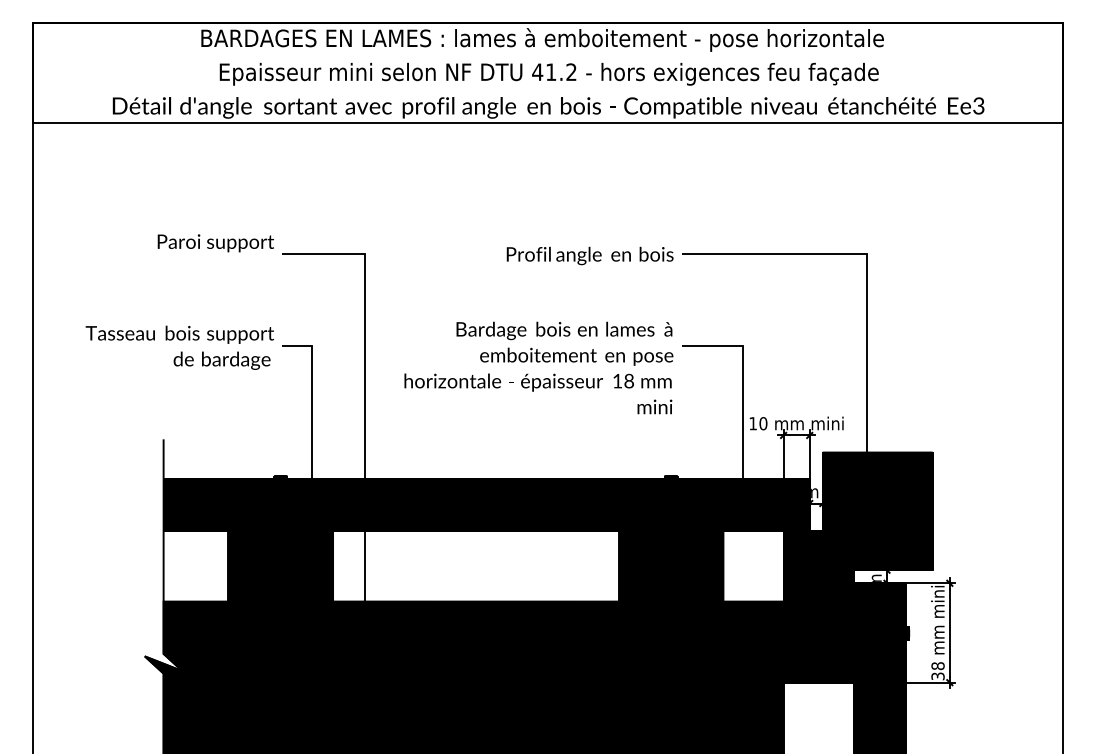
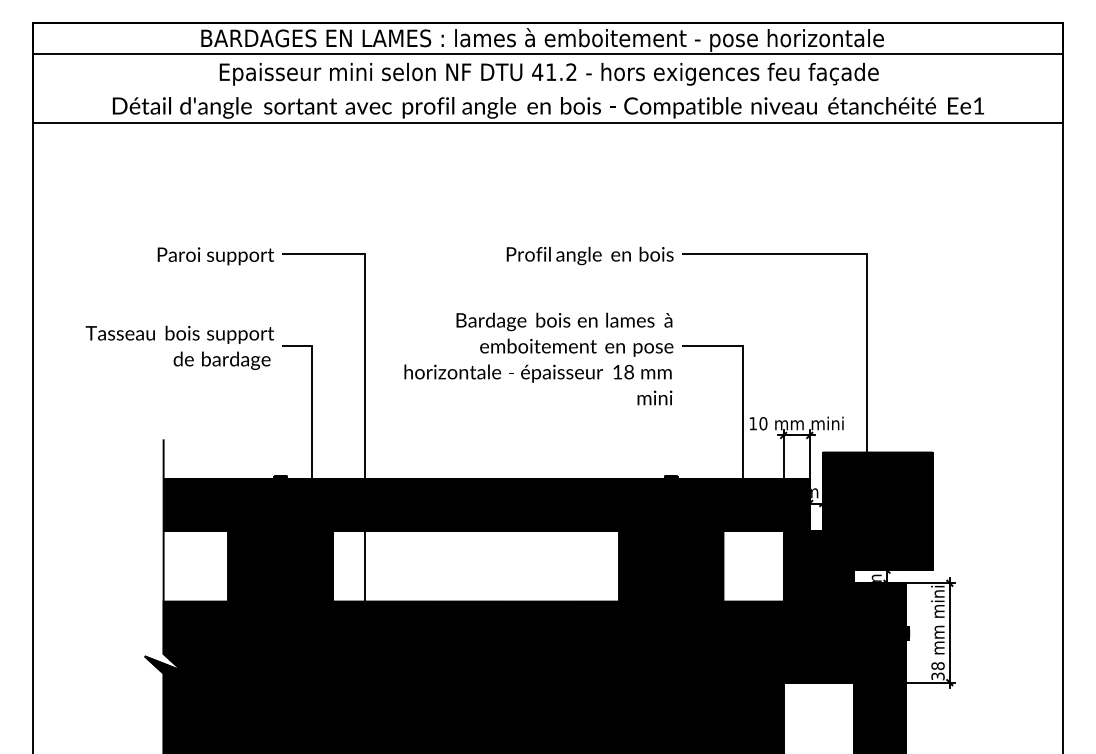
line at (547, 54): none -> present
text at (978, 105): Ee3 -> Ee1
text at (215, 243) position: (215, 243) -> (215, 256)
text at (538, 367) position: (538, 367) -> (538, 358)
